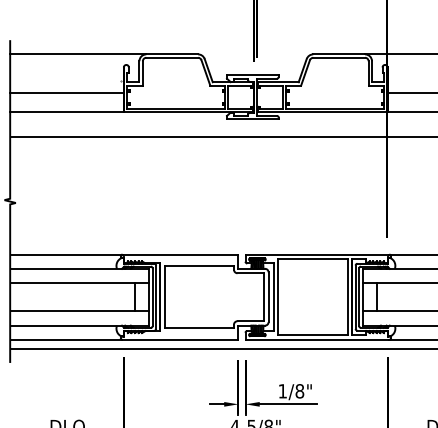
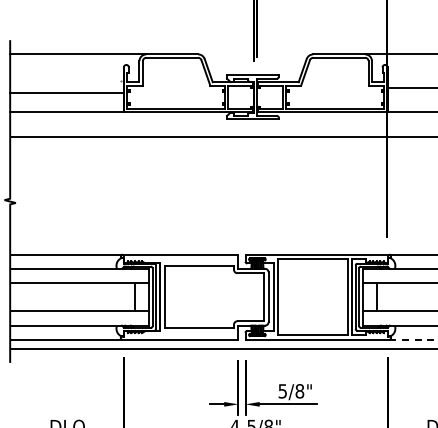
line at (410, 93) position: (410, 93) -> (410, 88)
line at (413, 339): solid -> dashed
text at (282, 391): 1/8" -> 5/8"
